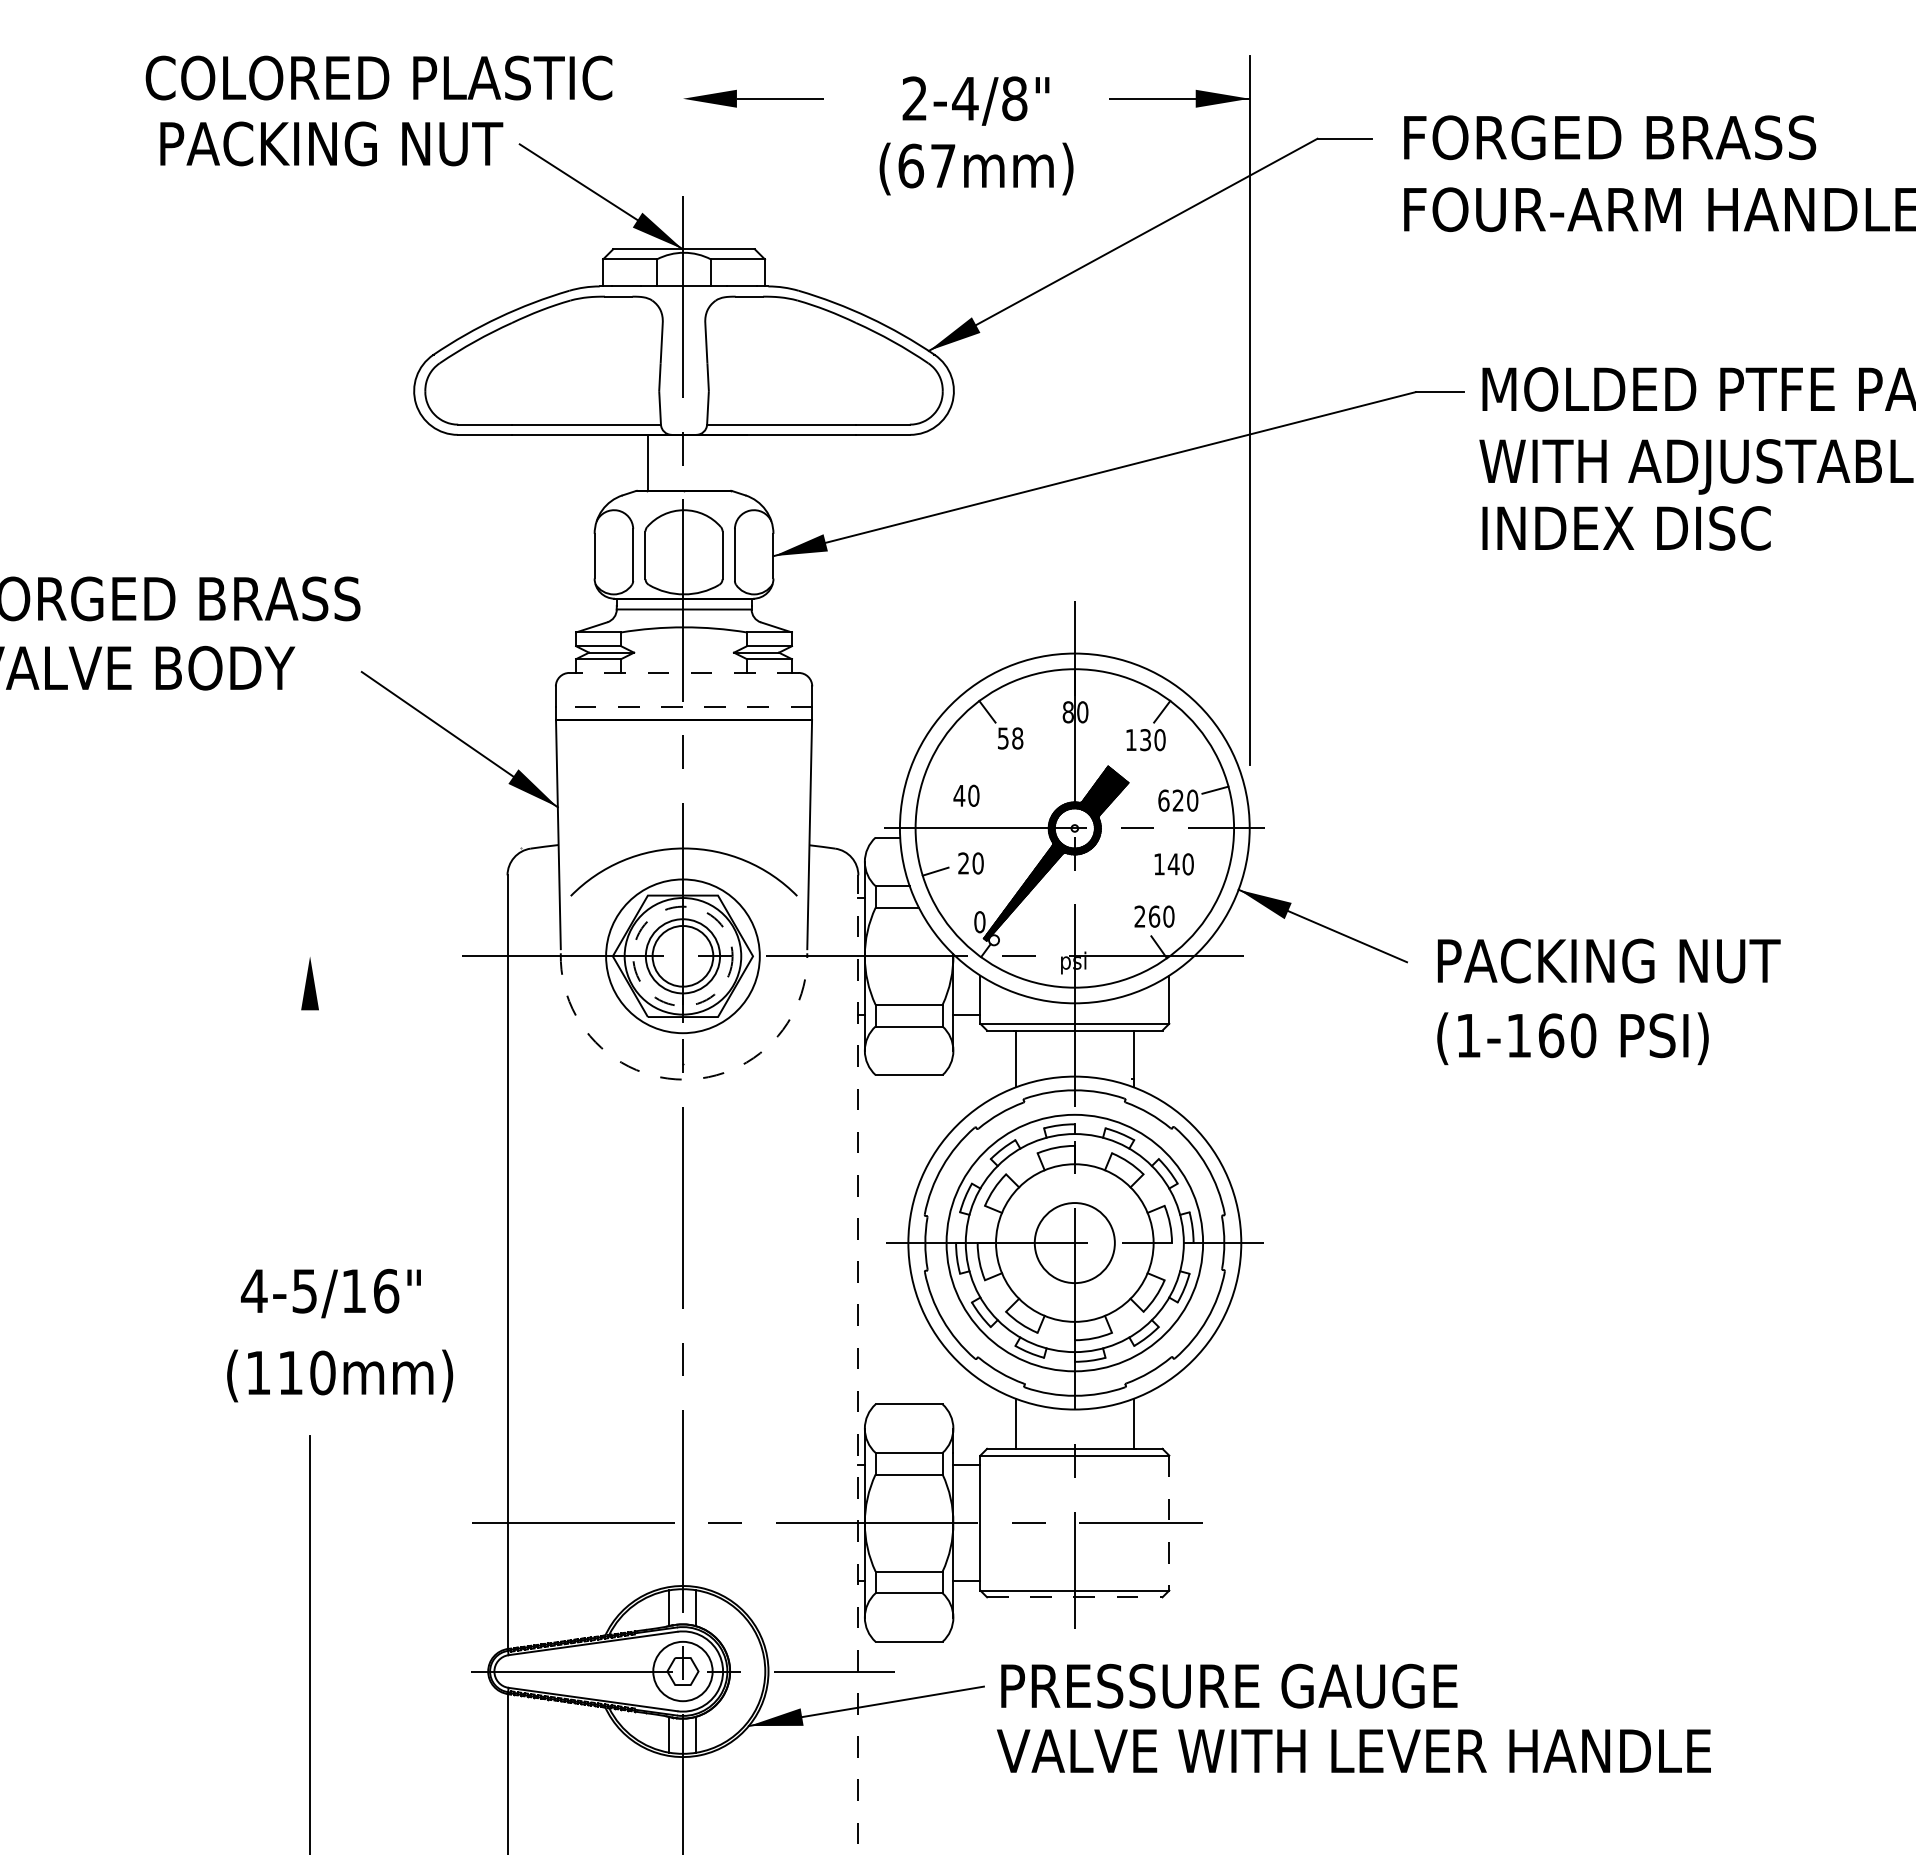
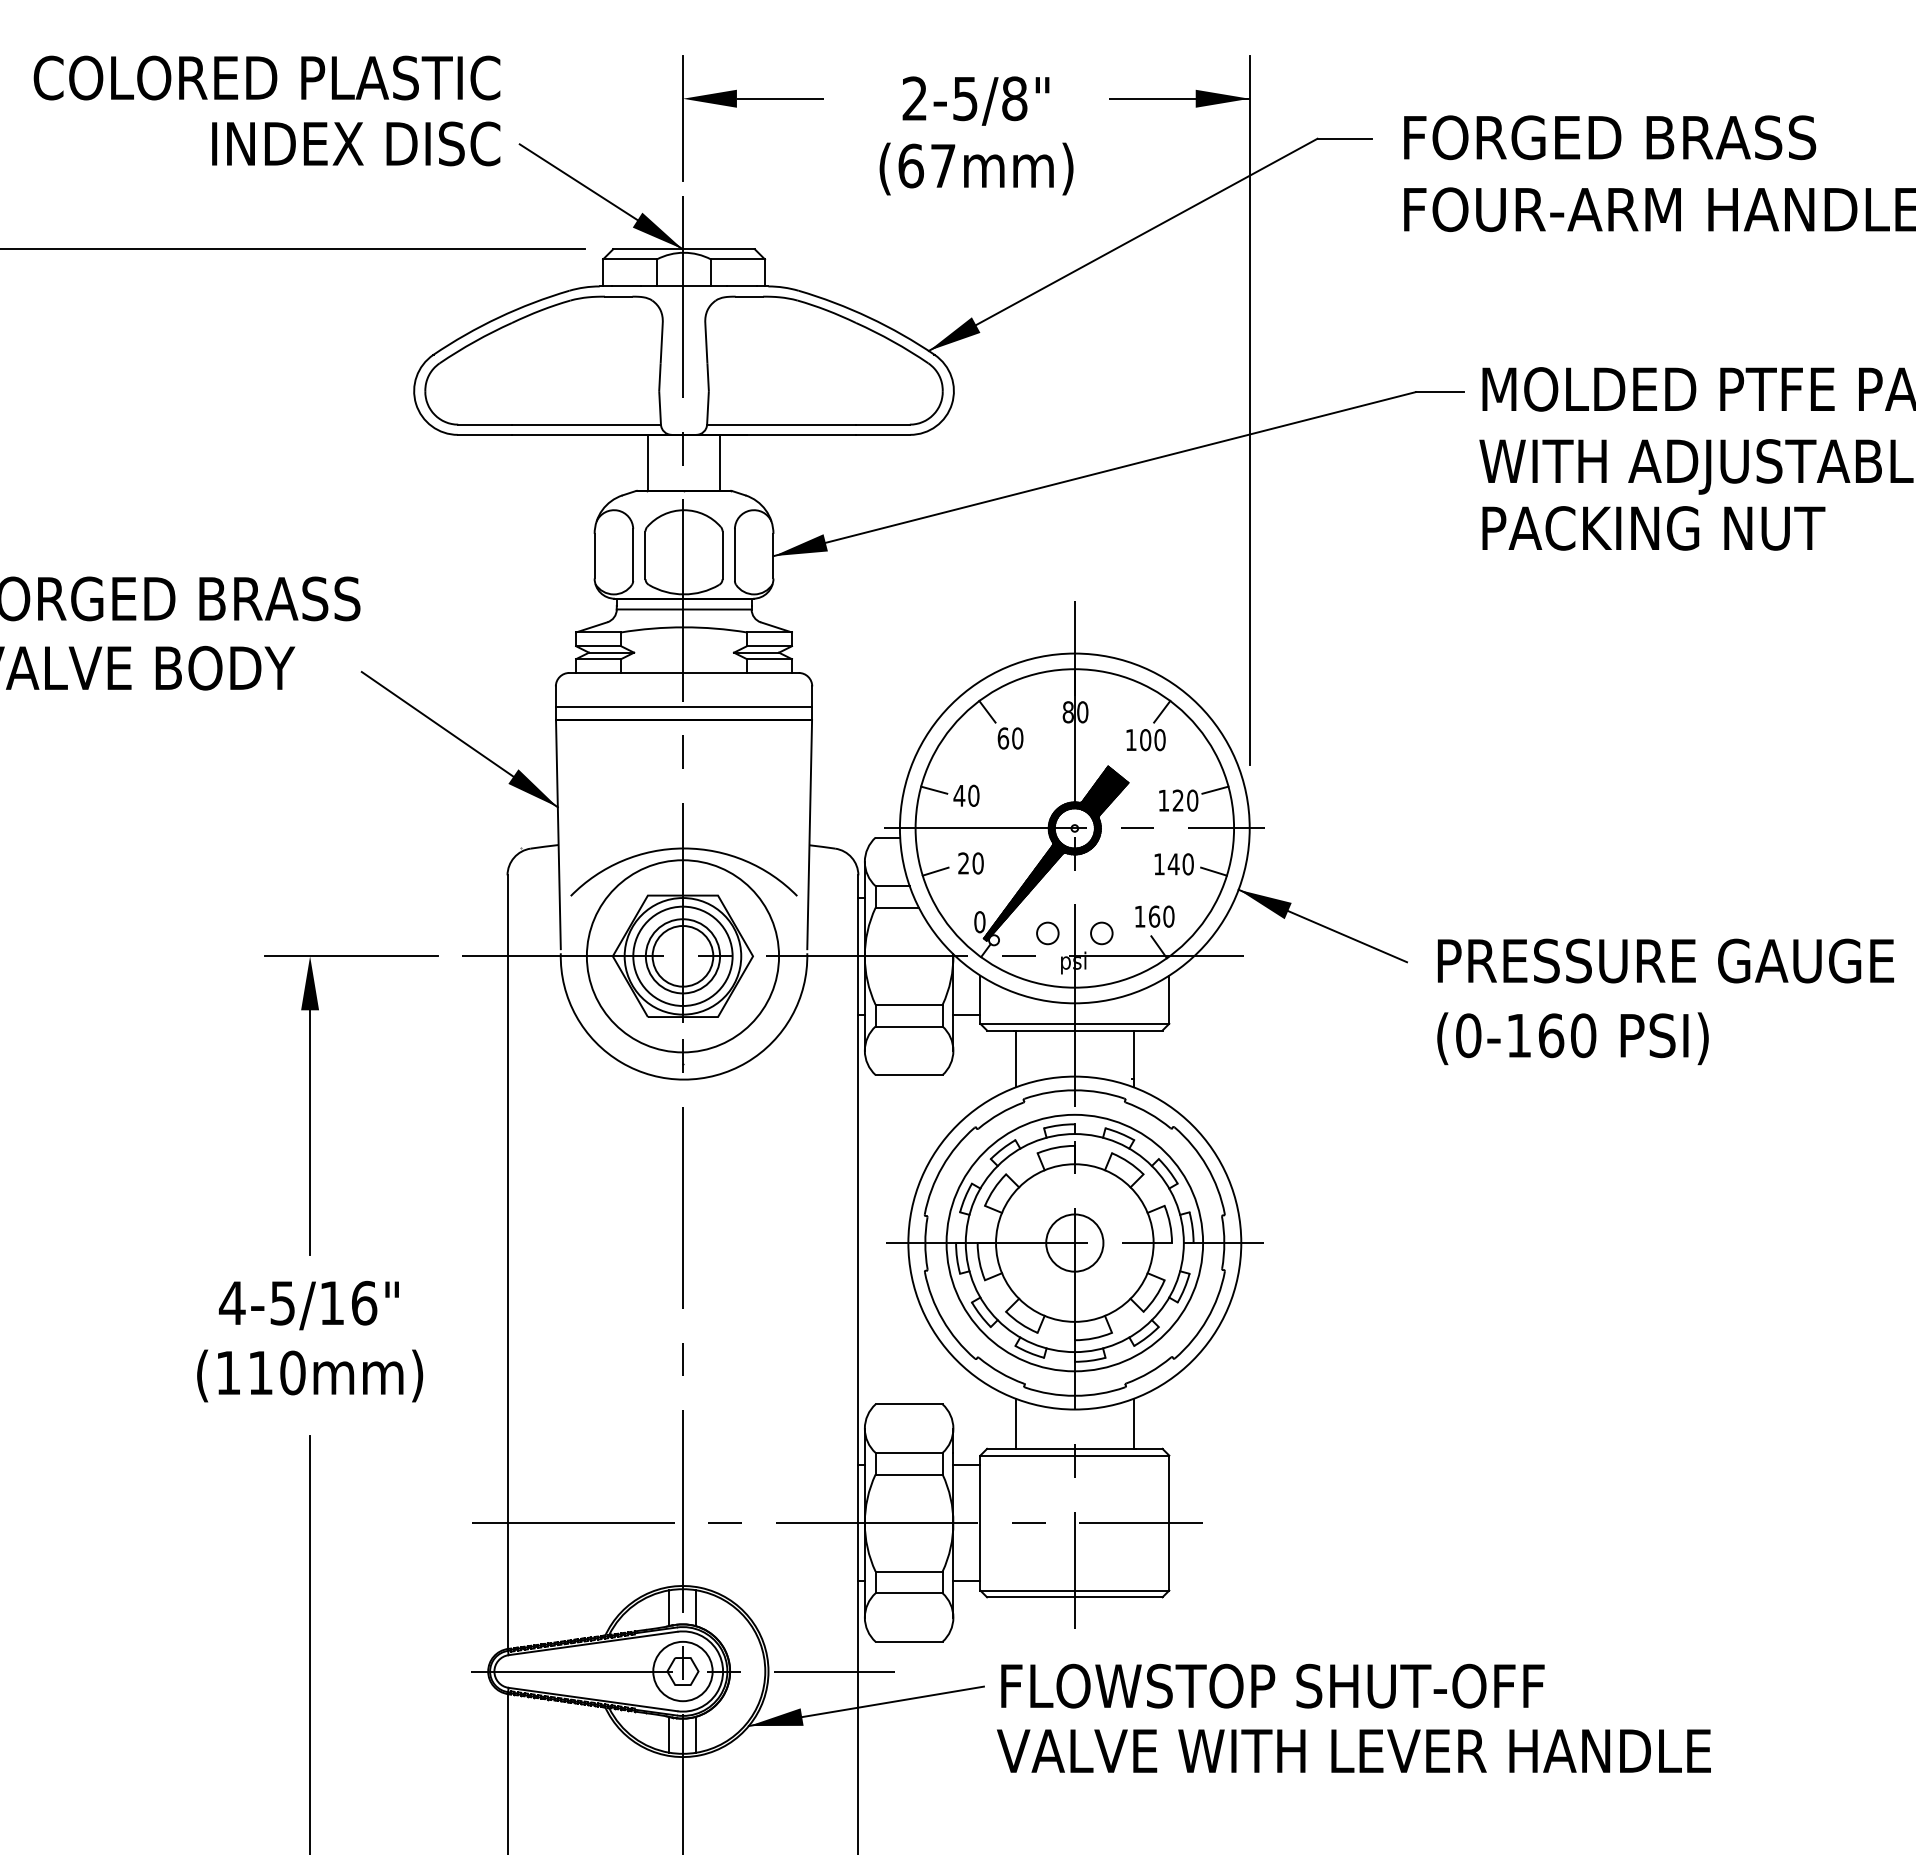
text at (378, 77) position: (378, 77) -> (266, 77)
text at (965, 99): 2-4/8" -> 2-5/8"
line at (682, 118): none -> present
text at (331, 143): PACKING NUT -> INDEX DISC
line at (293, 249): none -> present
line at (720, 462): none -> present
text at (1656, 528): INDEX DISC -> PACKING NUT
line at (684, 672): dashed -> solid
line at (683, 706): dashed -> solid
text at (1010, 738): 58 -> 60
text at (1145, 740): 130 -> 100
line at (934, 789): none -> present
text at (1163, 800): 620 -> 120
line at (1213, 871): none -> present
text at (1139, 916): 260 -> 160
circle at (1047, 933): none -> present
circle at (1101, 933): none -> present
circle at (682, 955): dashed -> solid
line at (351, 956): none -> present
circle at (682, 956) diameter: 154 px -> 192 px
text at (1679, 960): PACKING NUT -> PRESSURE GAUGE
text at (1468, 1035): (1-160 -> (0-160
arc at (684, 1079): dashed -> solid
line at (310, 1126): none -> present
circle at (1074, 1243) diameter: 80 px -> 57 px
text at (330, 1293) position: (330, 1293) -> (308, 1305)
line at (858, 1364): dashed -> solid
text at (340, 1375) position: (340, 1375) -> (310, 1375)
line at (1169, 1523): dashed -> solid
line at (1074, 1597): dashed -> solid
text at (1275, 1685): PRESSURE GAUGE -> FLOWSTOP SHUT-OFF
